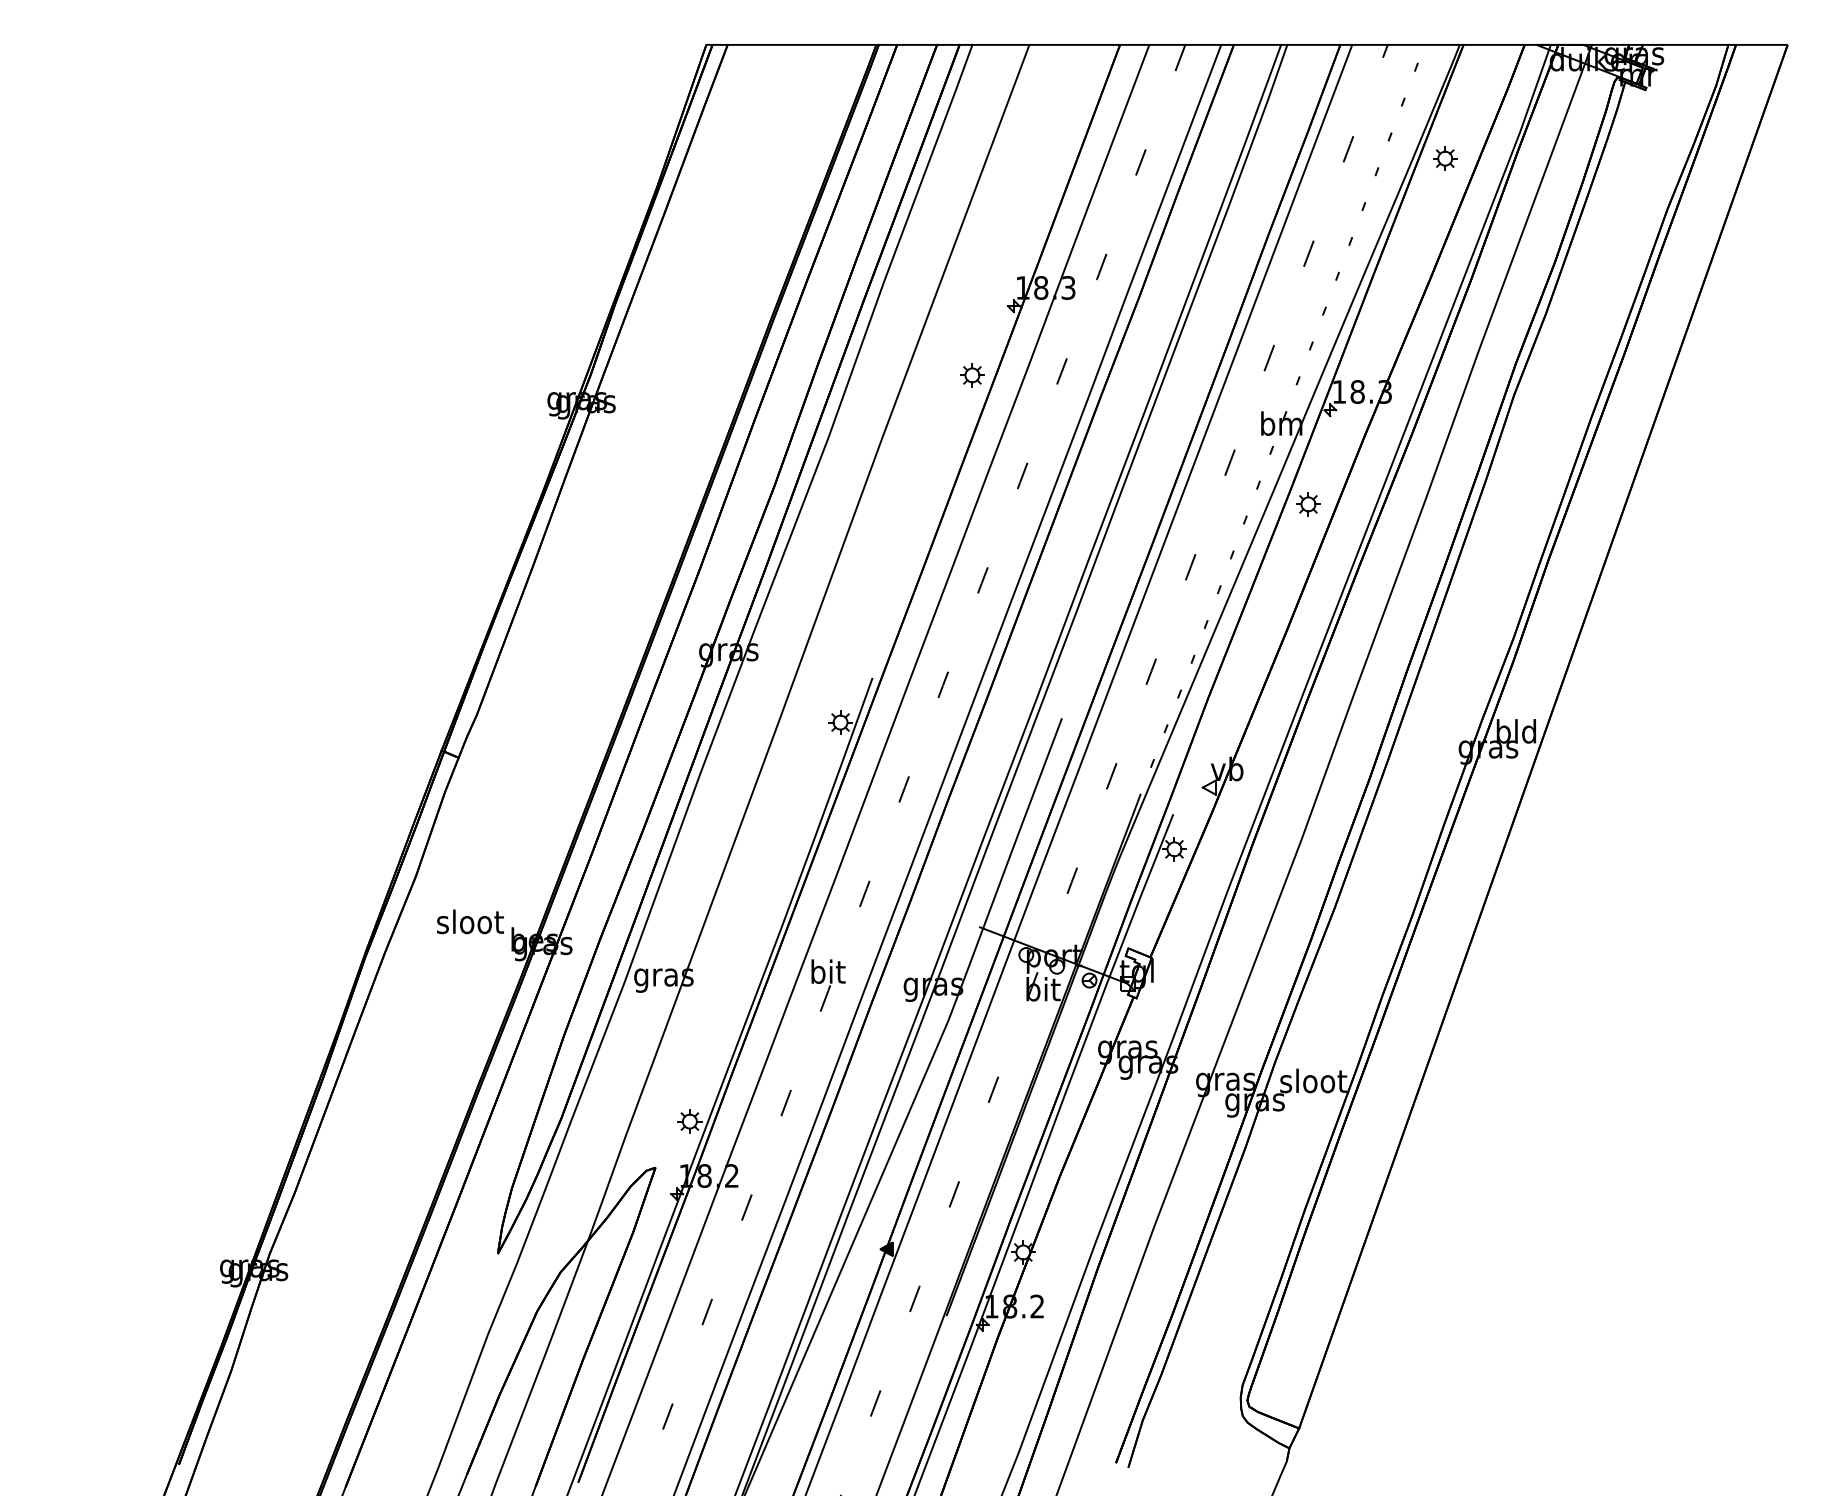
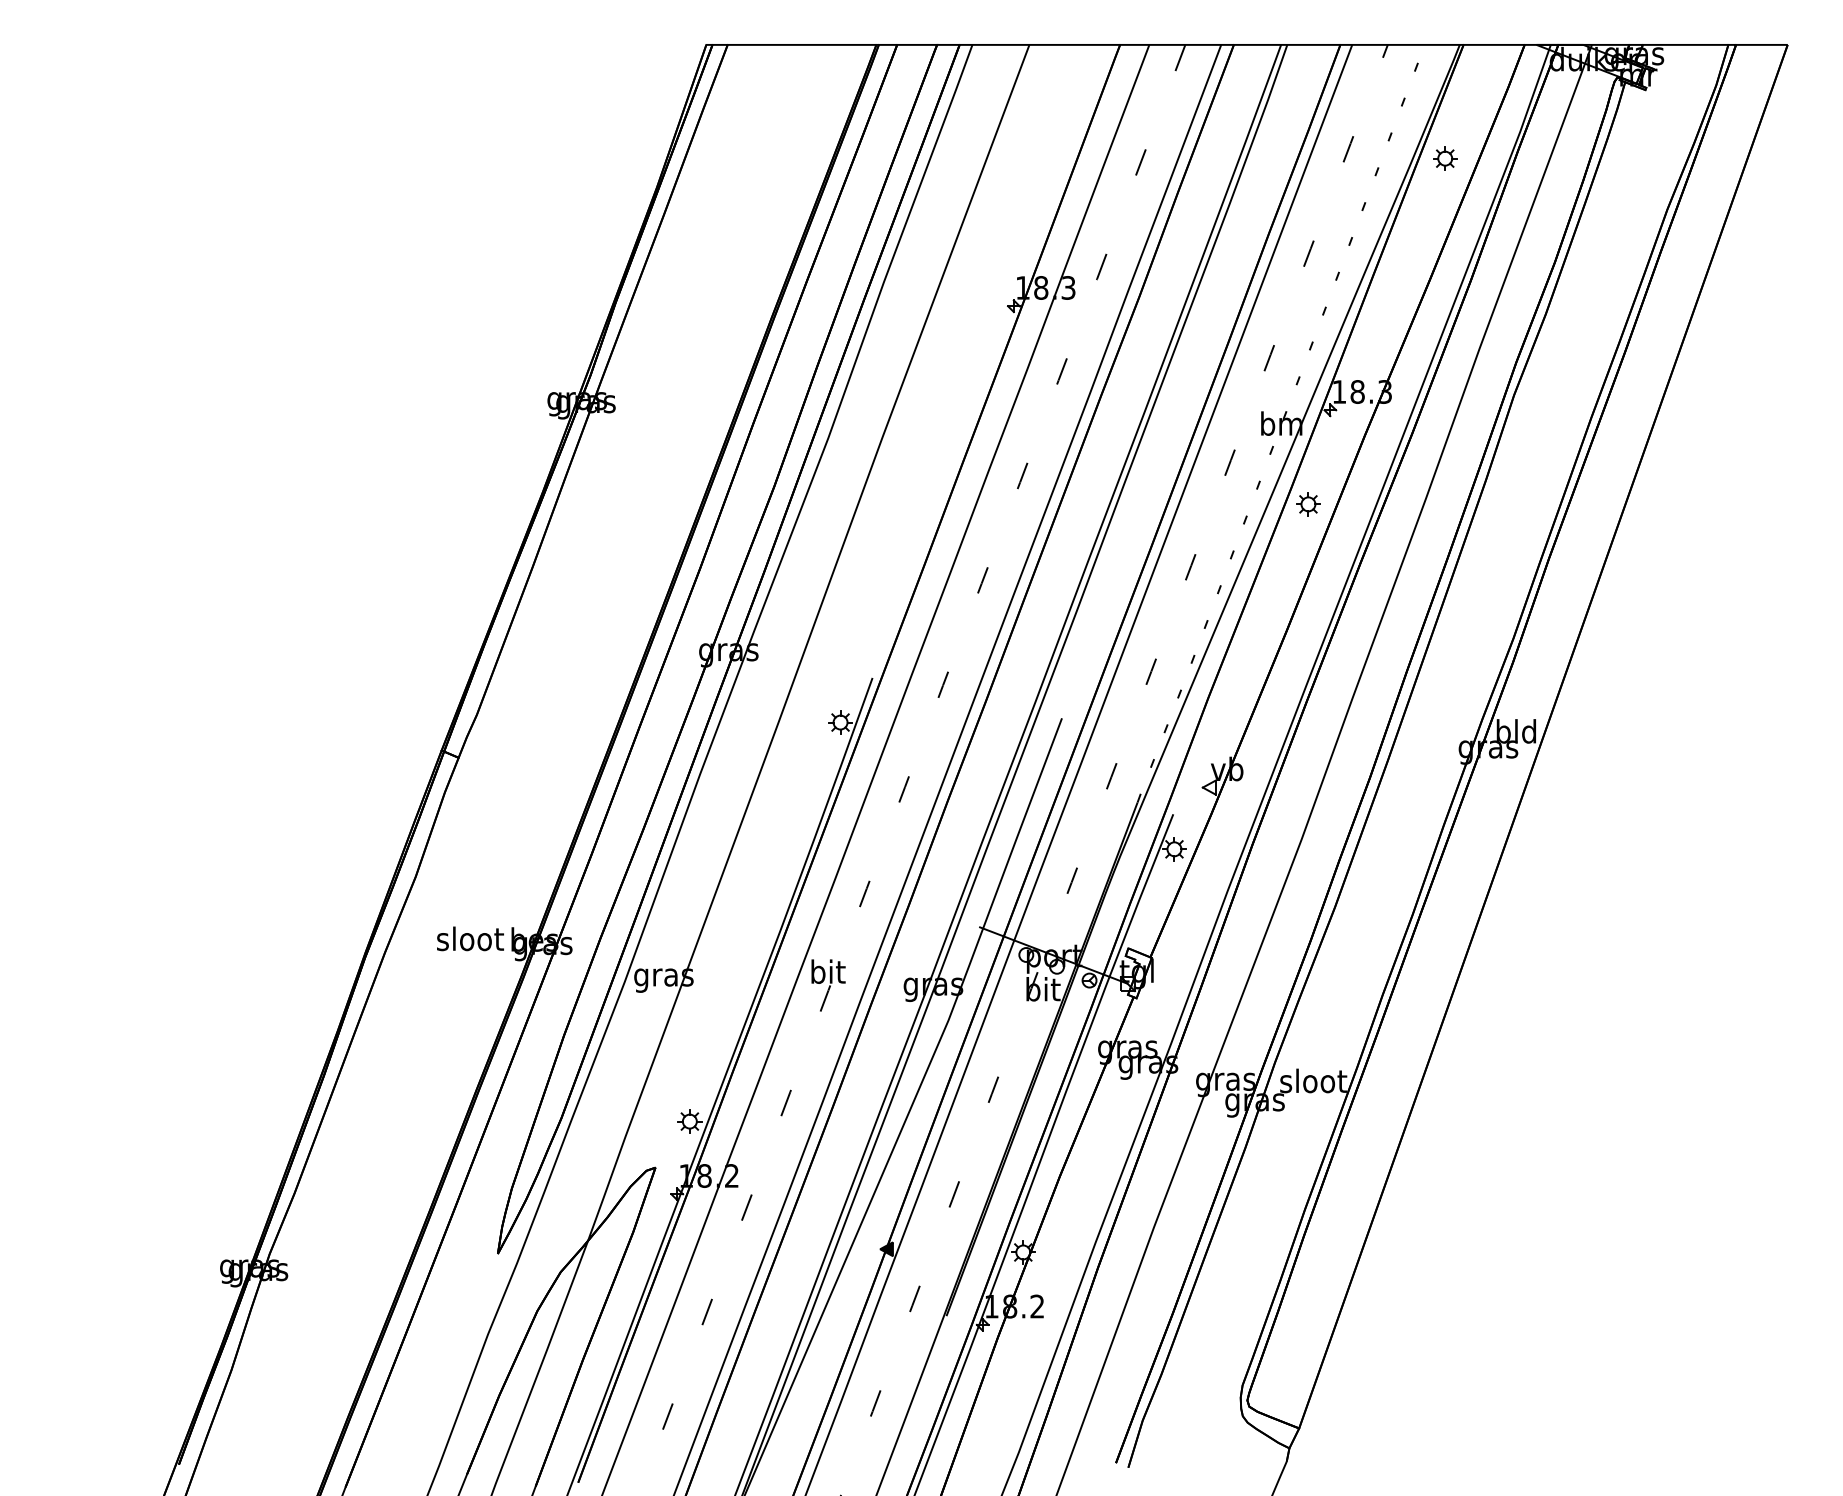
part at (972, 375): present -> none
text at (470, 921) position: (470, 921) -> (470, 938)
